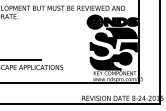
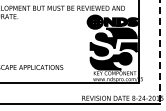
line at (160, 52): solid -> dashed
line at (21, 59): present -> none
